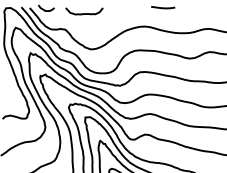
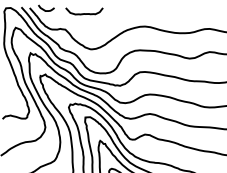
line at (163, 7): present -> none
